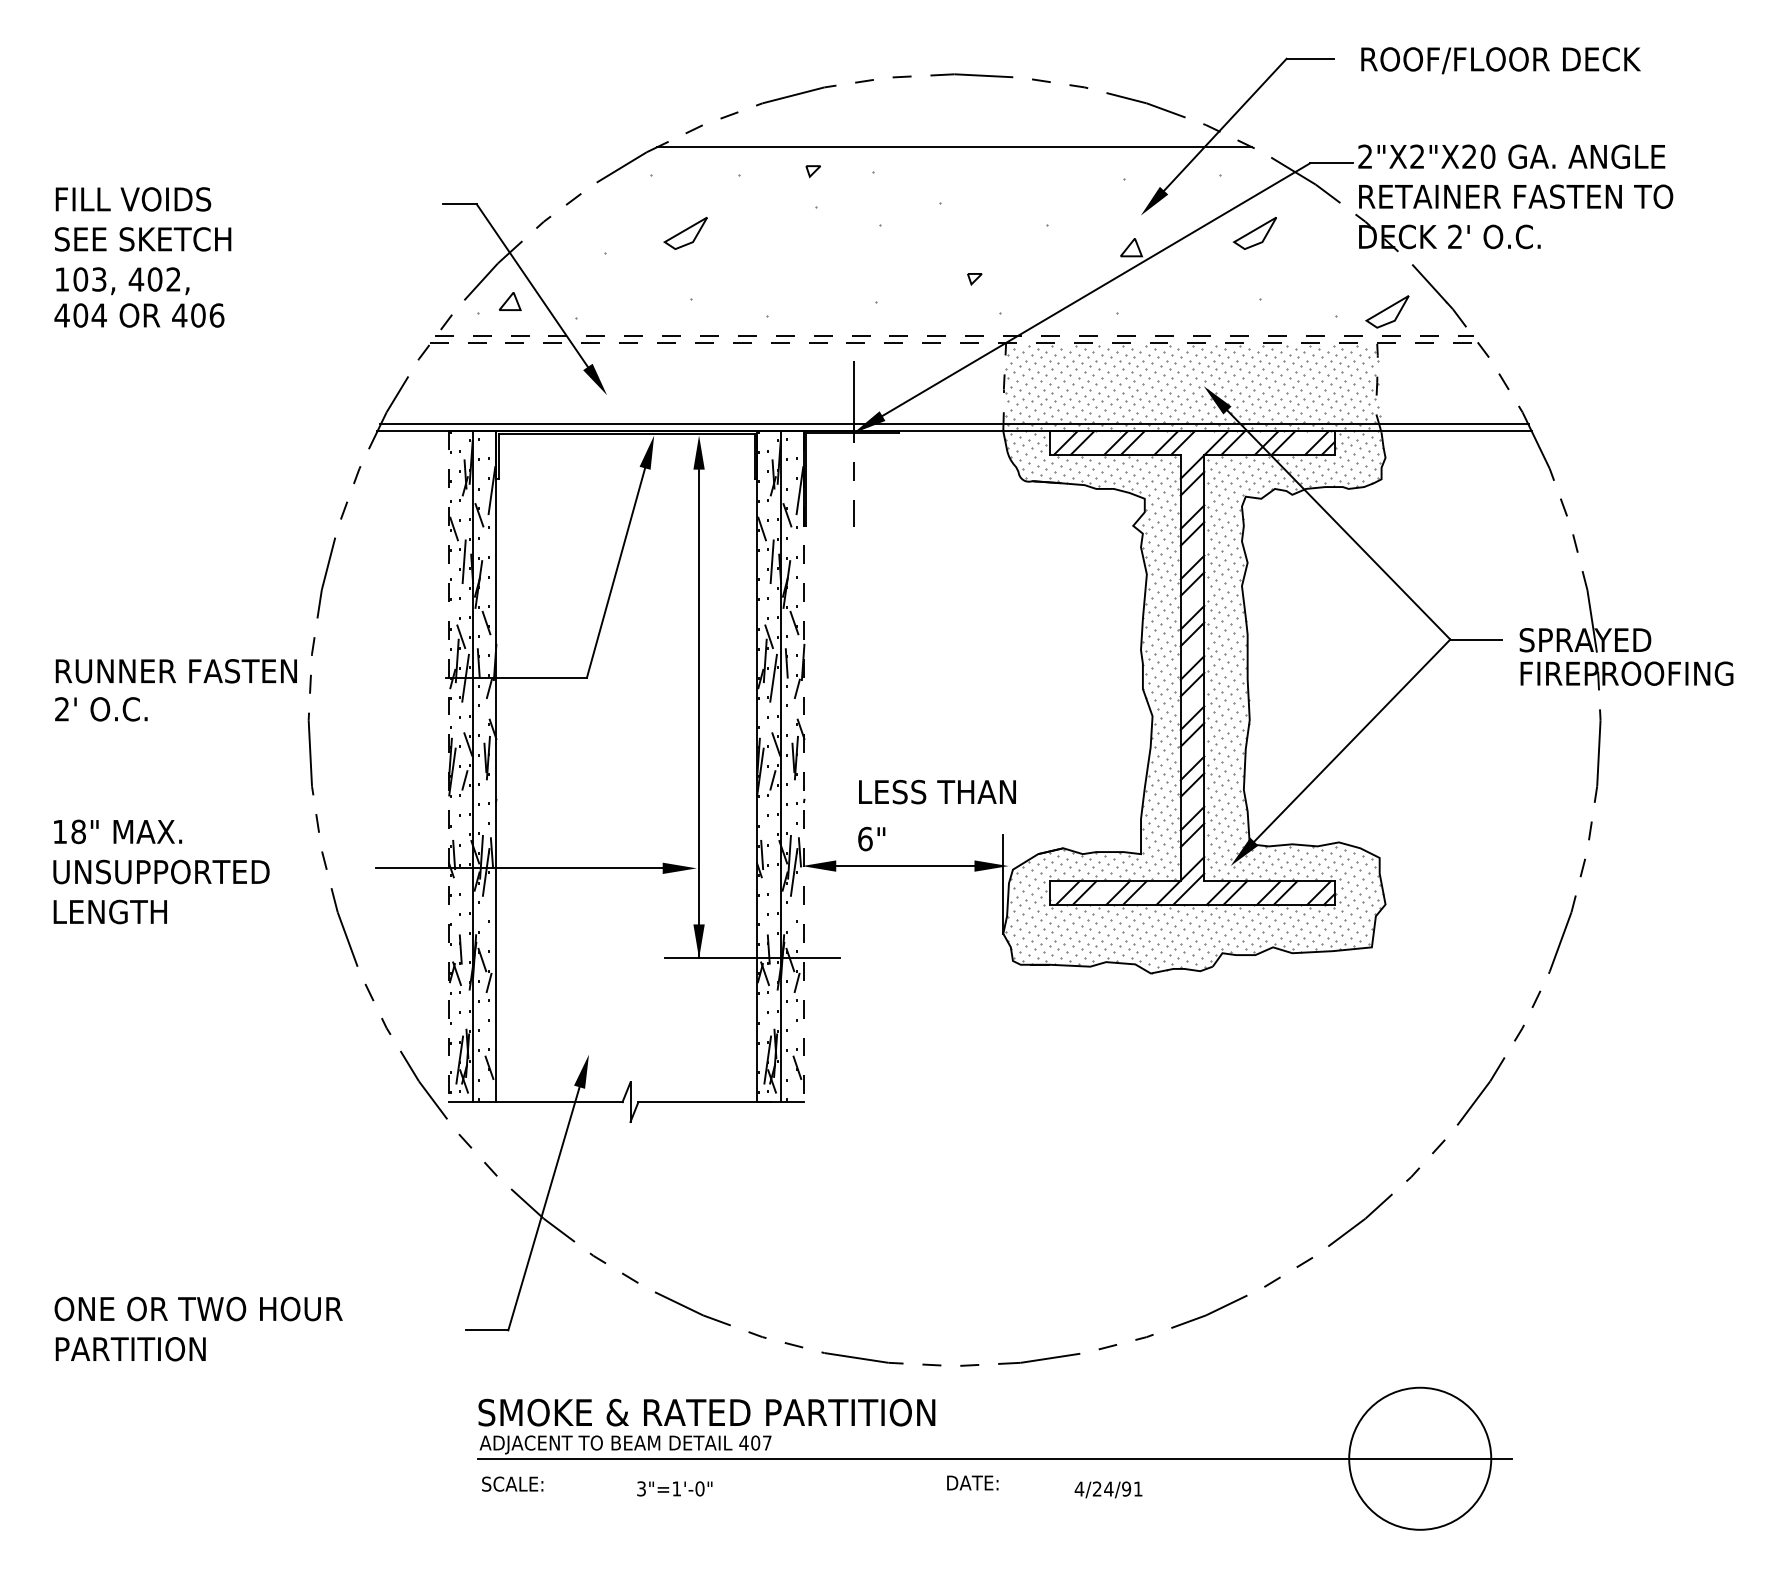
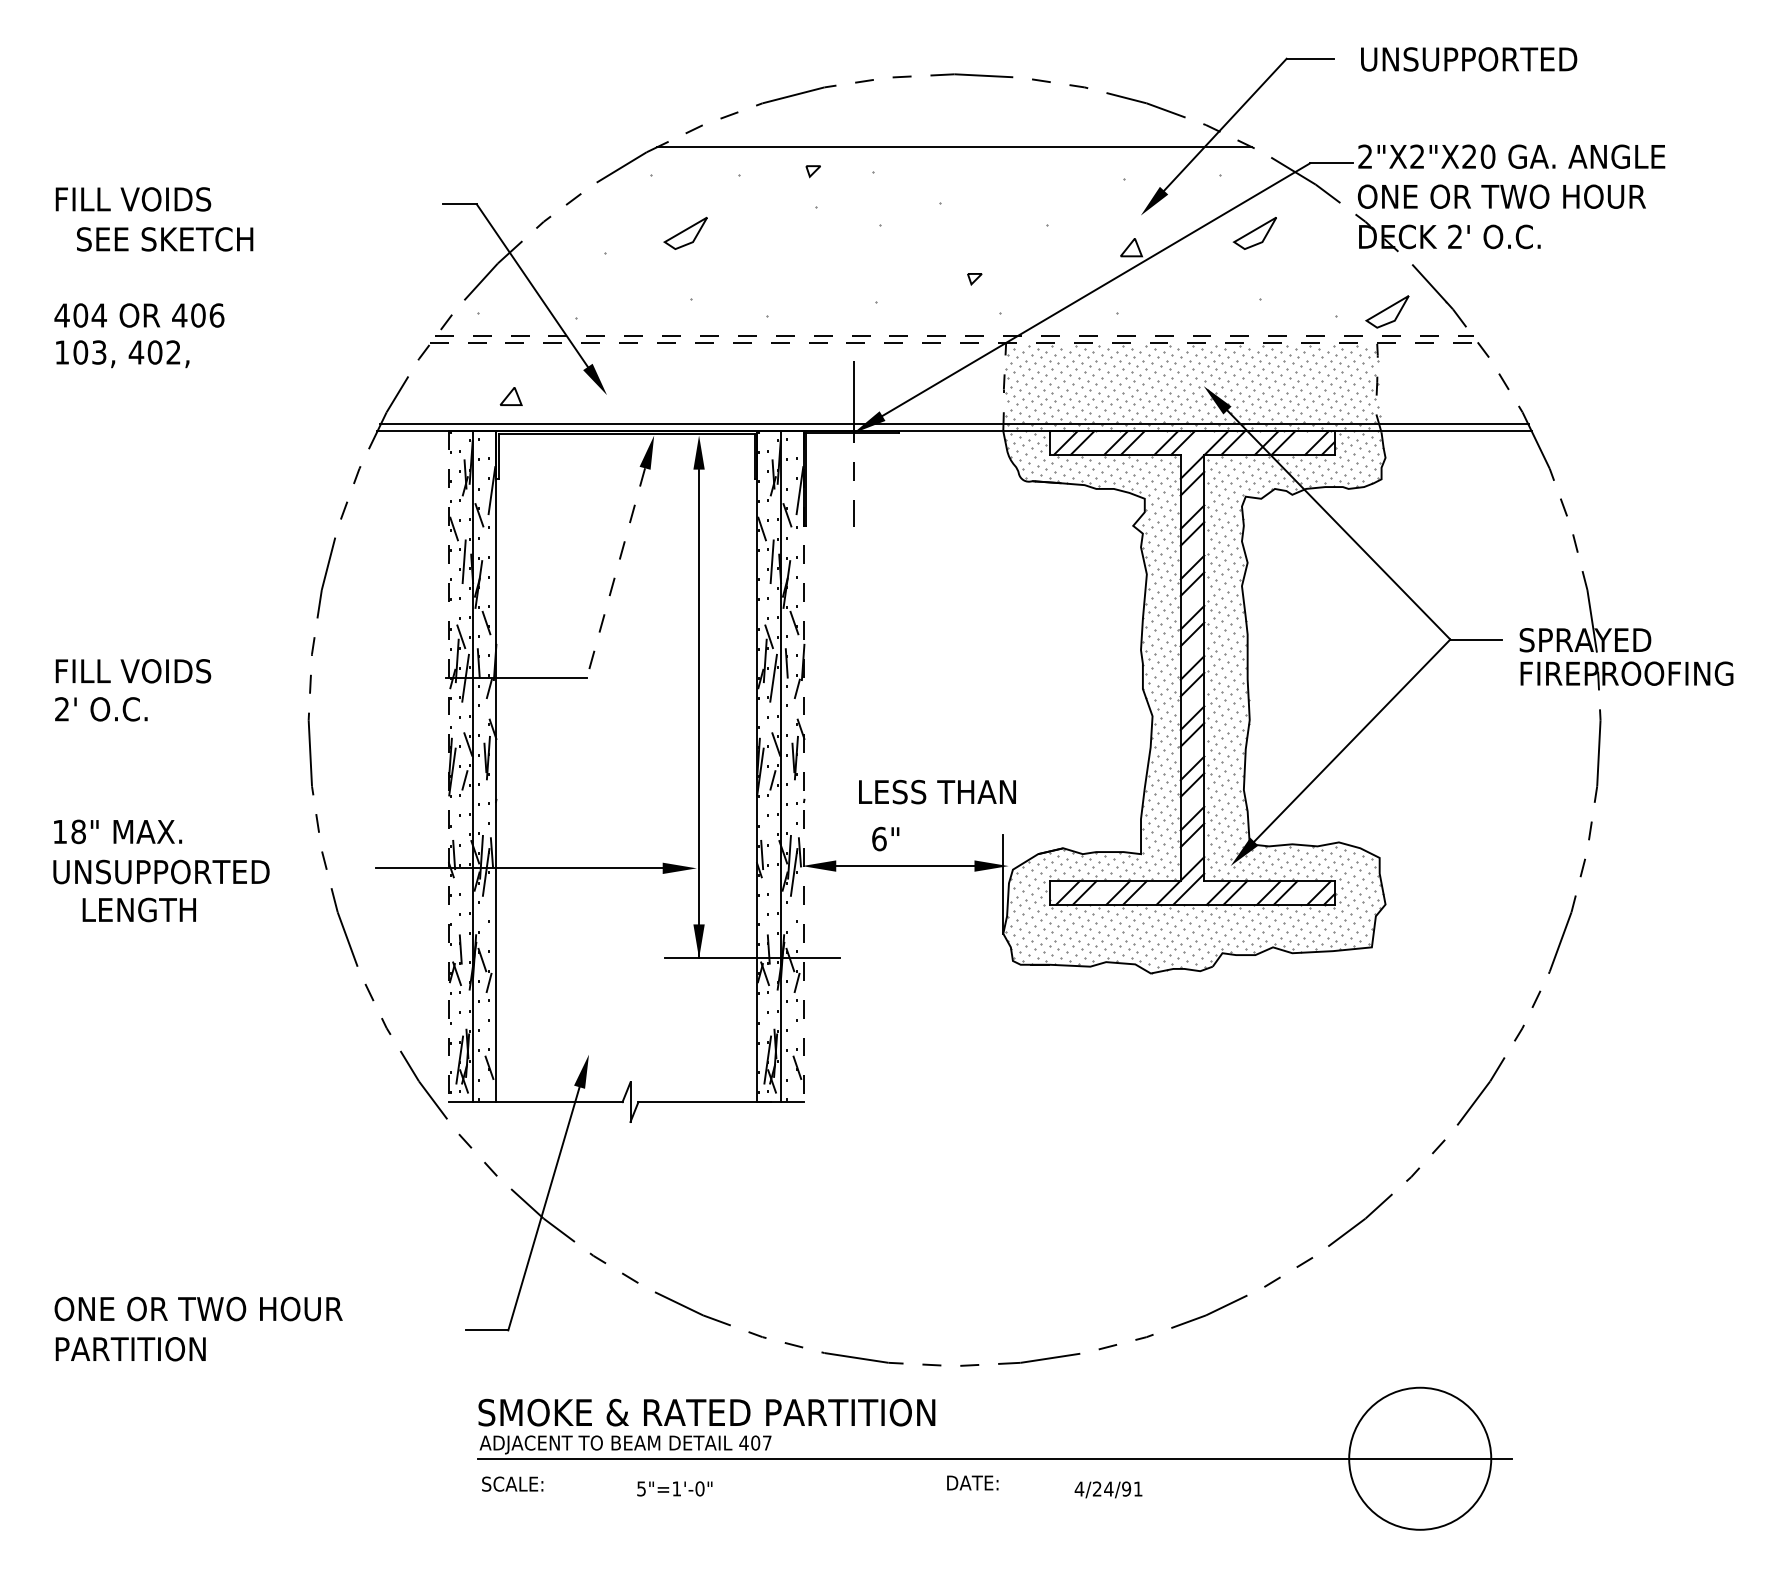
text at (1500, 60): ROOF/FLOOR DECK -> UNSUPPORTED
text at (1515, 196): RETAINER FASTEN TO -> ONE OR TWO HOUR
text at (143, 239) position: (143, 239) -> (165, 239)
text at (122, 281) position: (122, 281) -> (122, 354)
part at (509, 301) position: (509, 301) -> (510, 396)
line at (616, 573): solid -> dashed
text at (177, 671): RUNNER FASTEN -> FILL VOIDS
text at (871, 838) position: (871, 838) -> (885, 838)
text at (109, 911) position: (109, 911) -> (138, 909)
text at (641, 1488): 3"=1'-0" -> 5"=1'-0"
